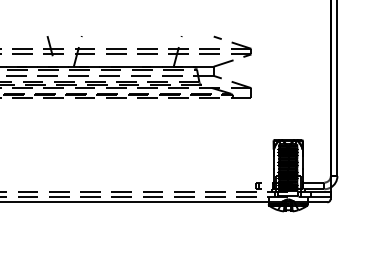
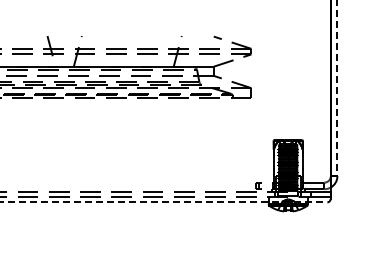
line at (337, 88): solid -> dashed
line at (164, 202): solid -> dashed
